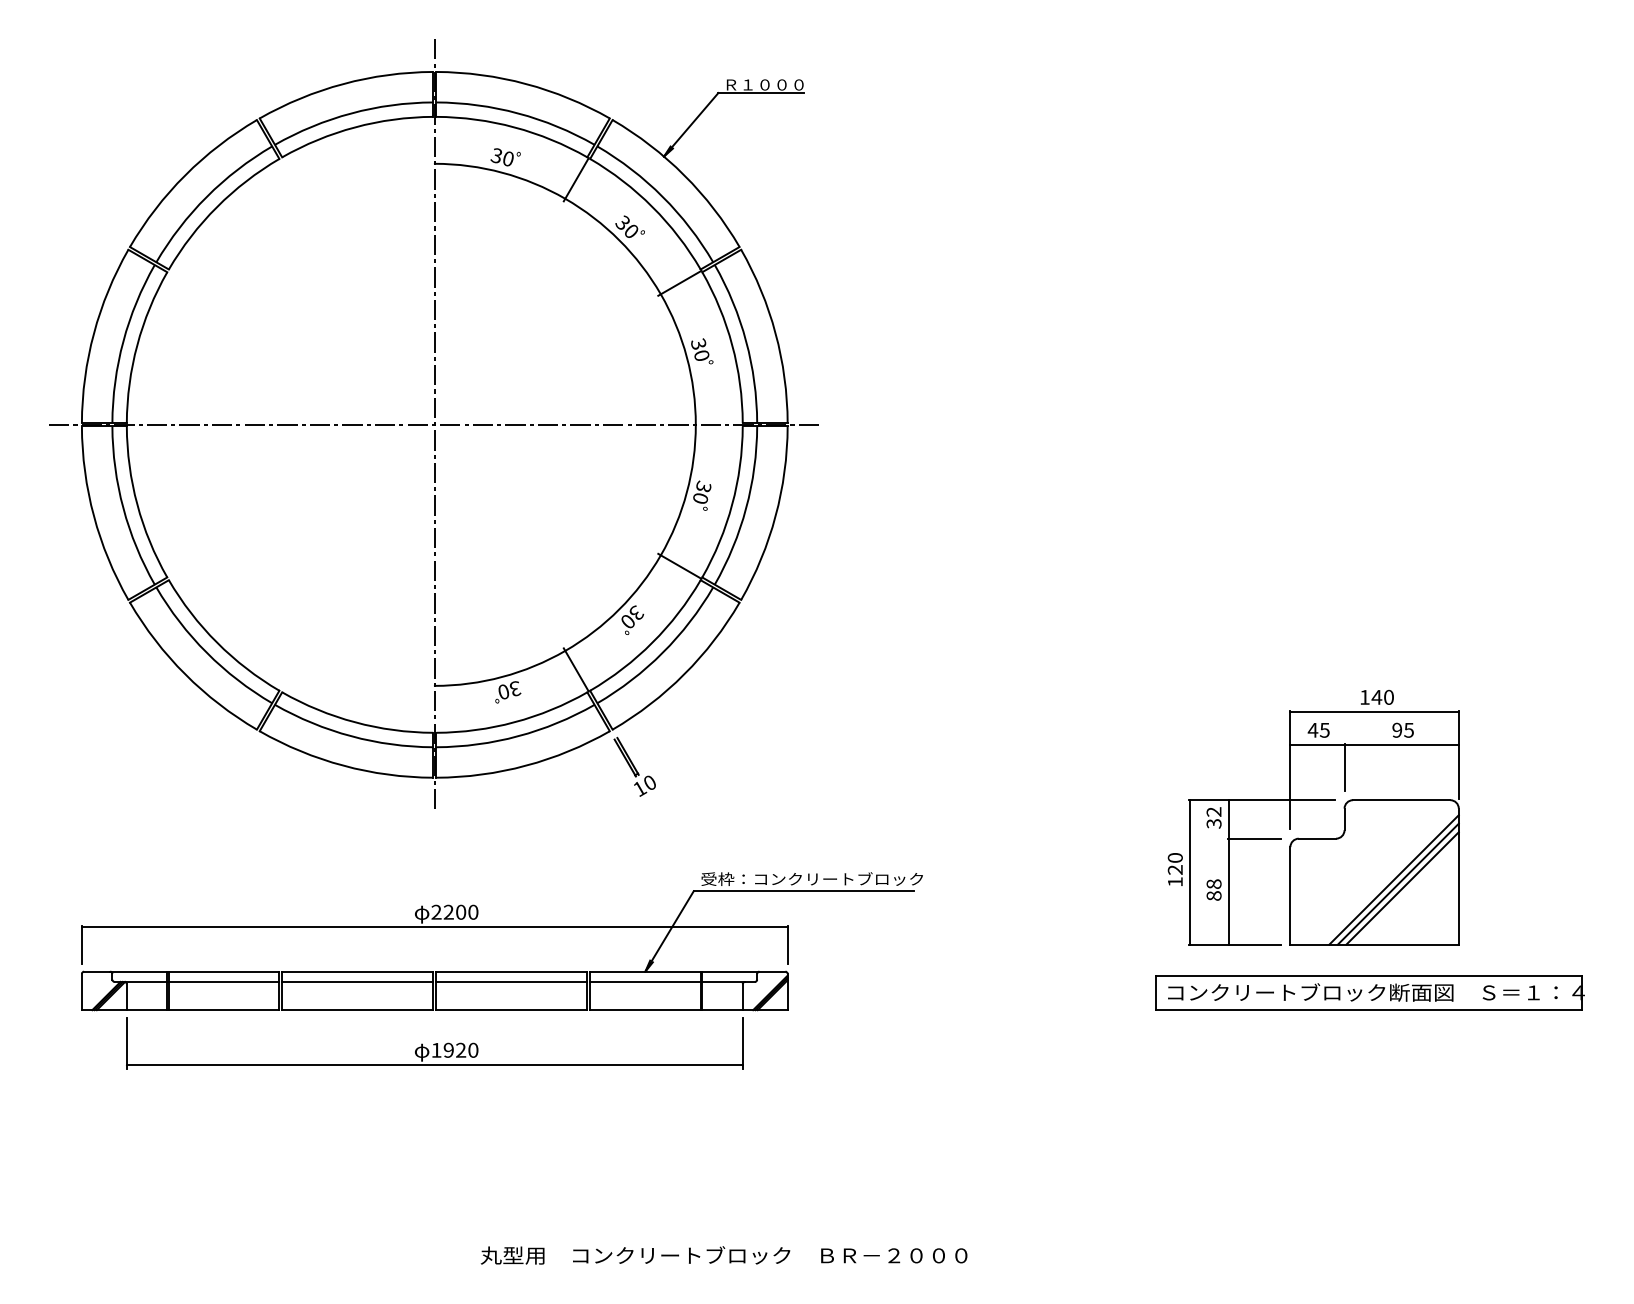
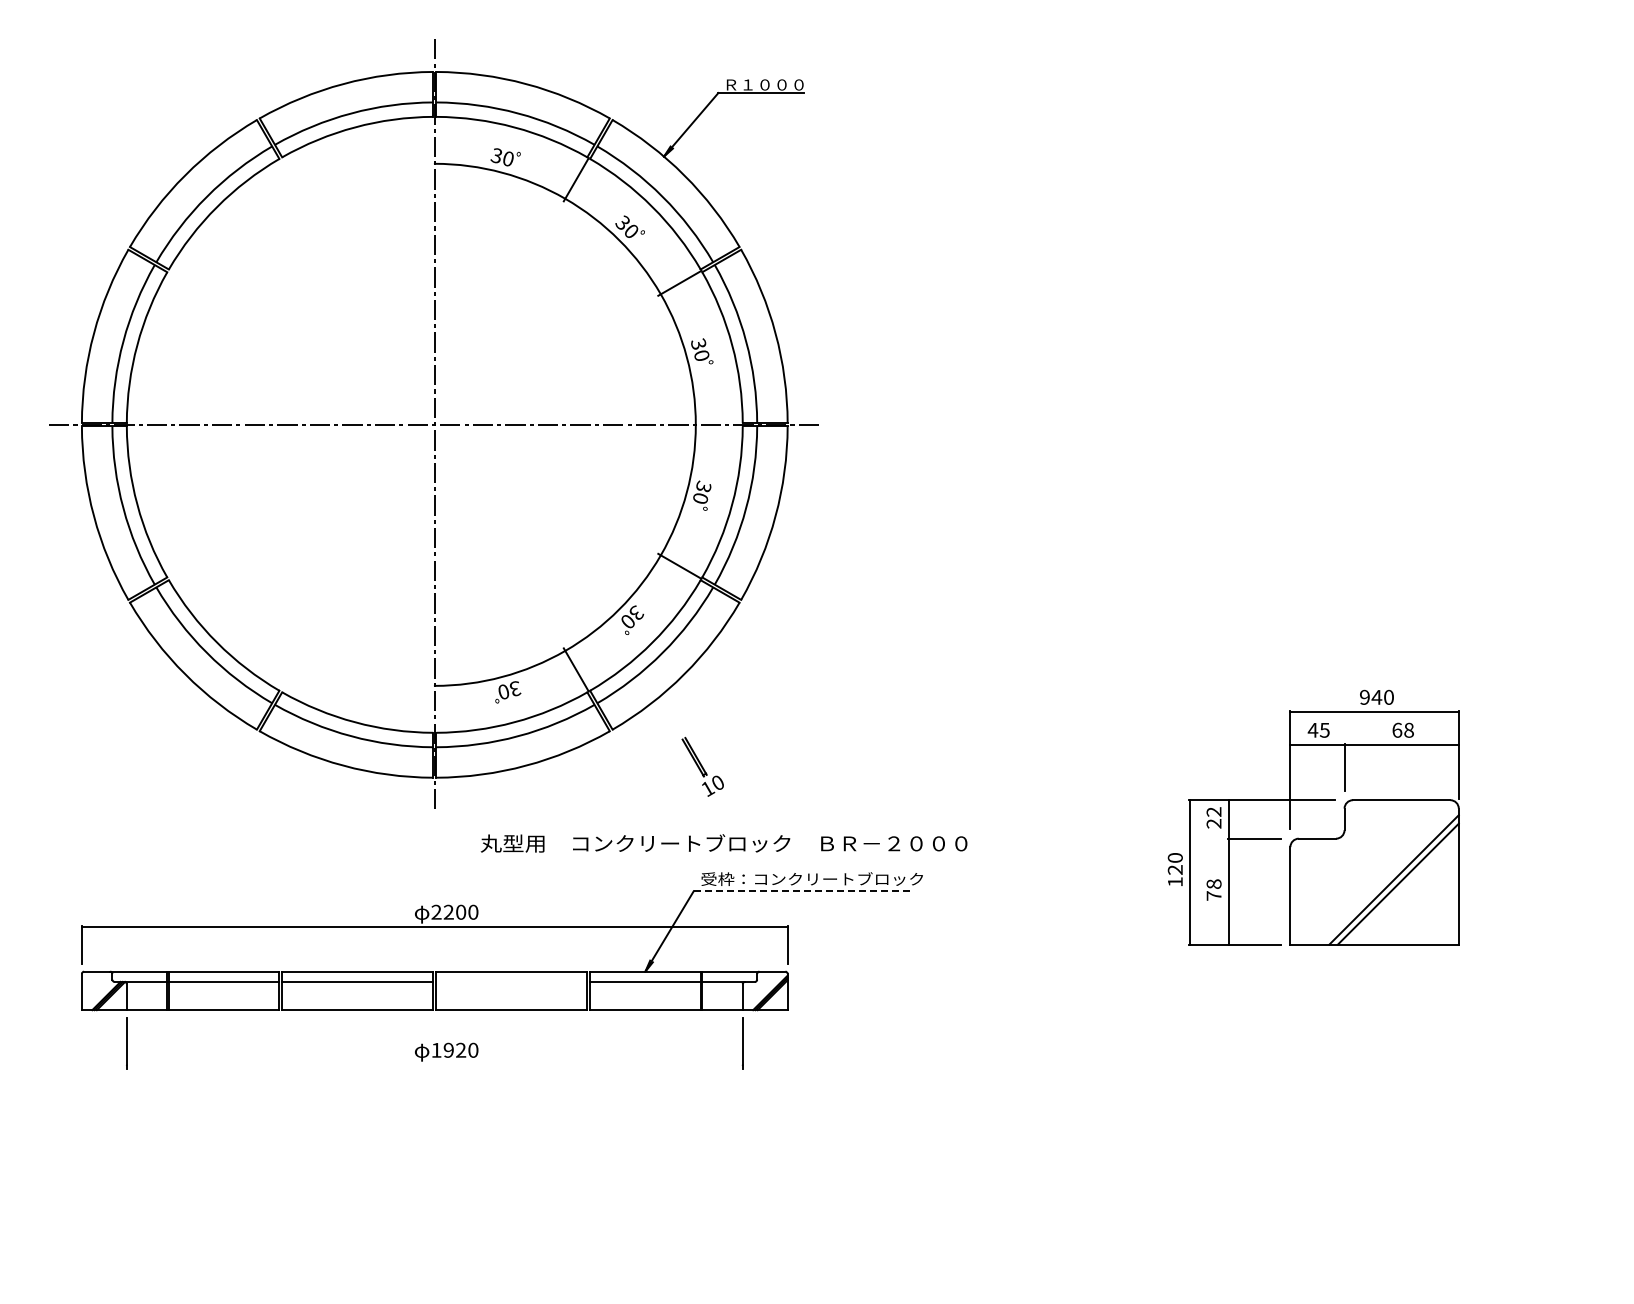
text at (1364, 696): 140 -> 940
text at (1402, 729): 95 -> 68
part at (634, 766) position: (634, 766) -> (702, 766)
text at (1214, 823): 32 -> 22
line at (1402, 888): present -> none
line at (804, 891): solid -> dashed
text at (1213, 895): 88 -> 78
line at (511, 981): present -> none
part at (1369, 992): present -> none
line at (434, 1065): present -> none
text at (723, 1255) position: (723, 1255) -> (723, 843)
